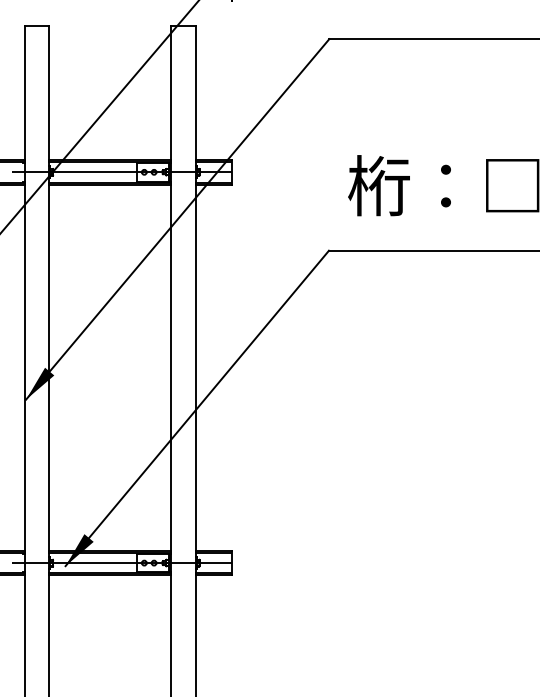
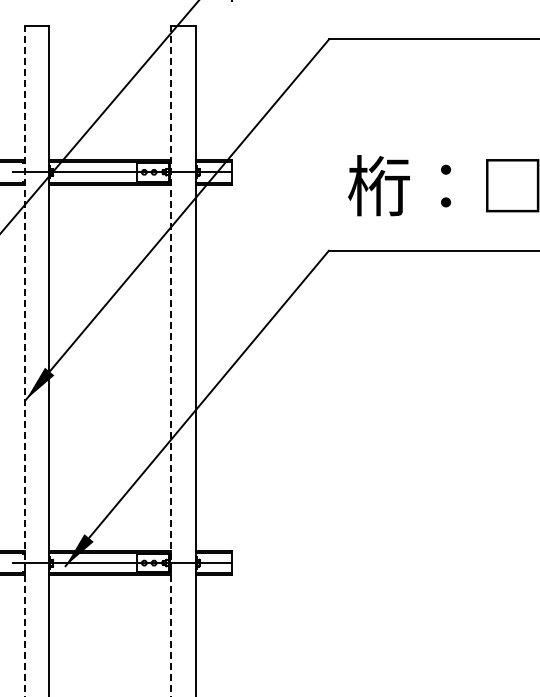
line at (24, 360): solid -> dashed
line at (171, 360): solid -> dashed
